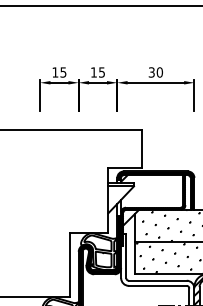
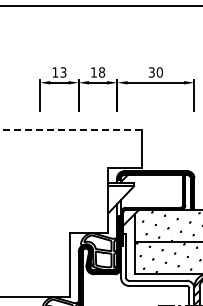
text at (63, 71): 15 -> 13
text at (102, 72): 15 -> 18
line at (70, 130): solid -> dashed
